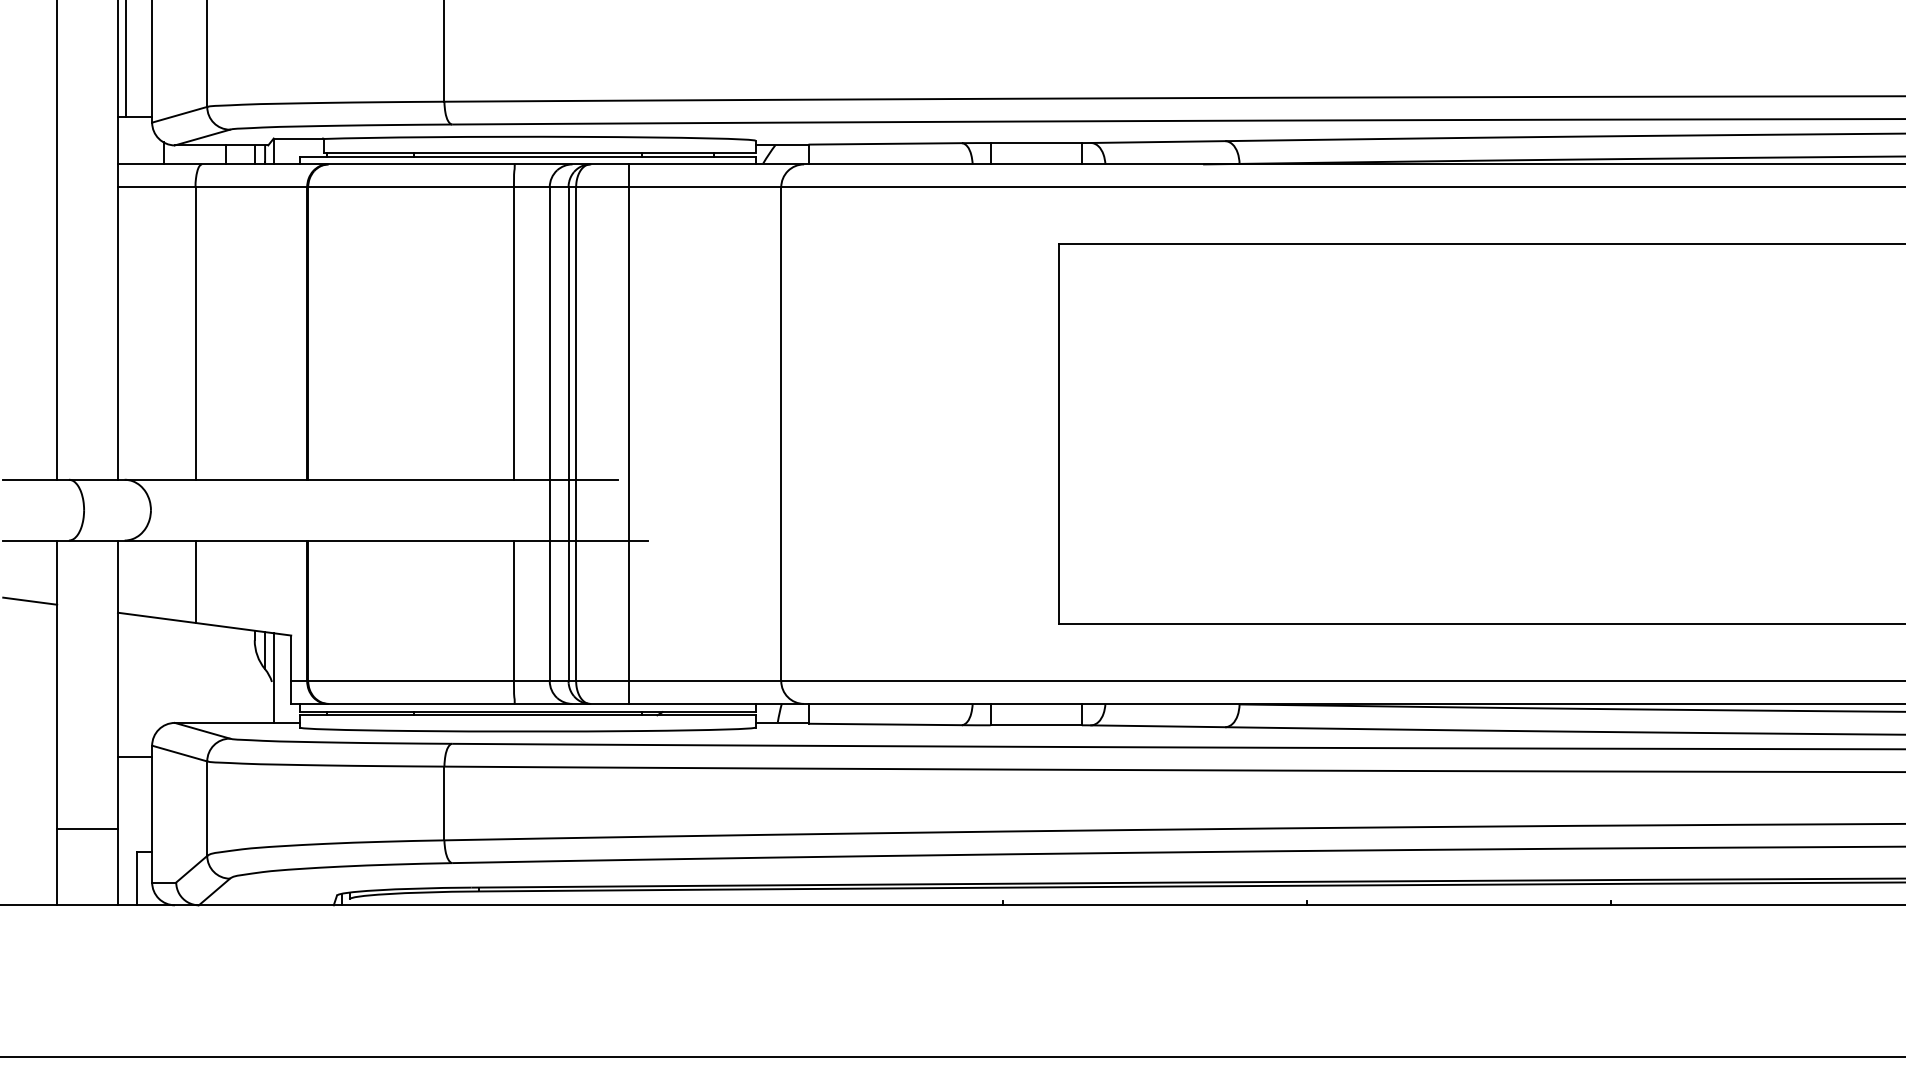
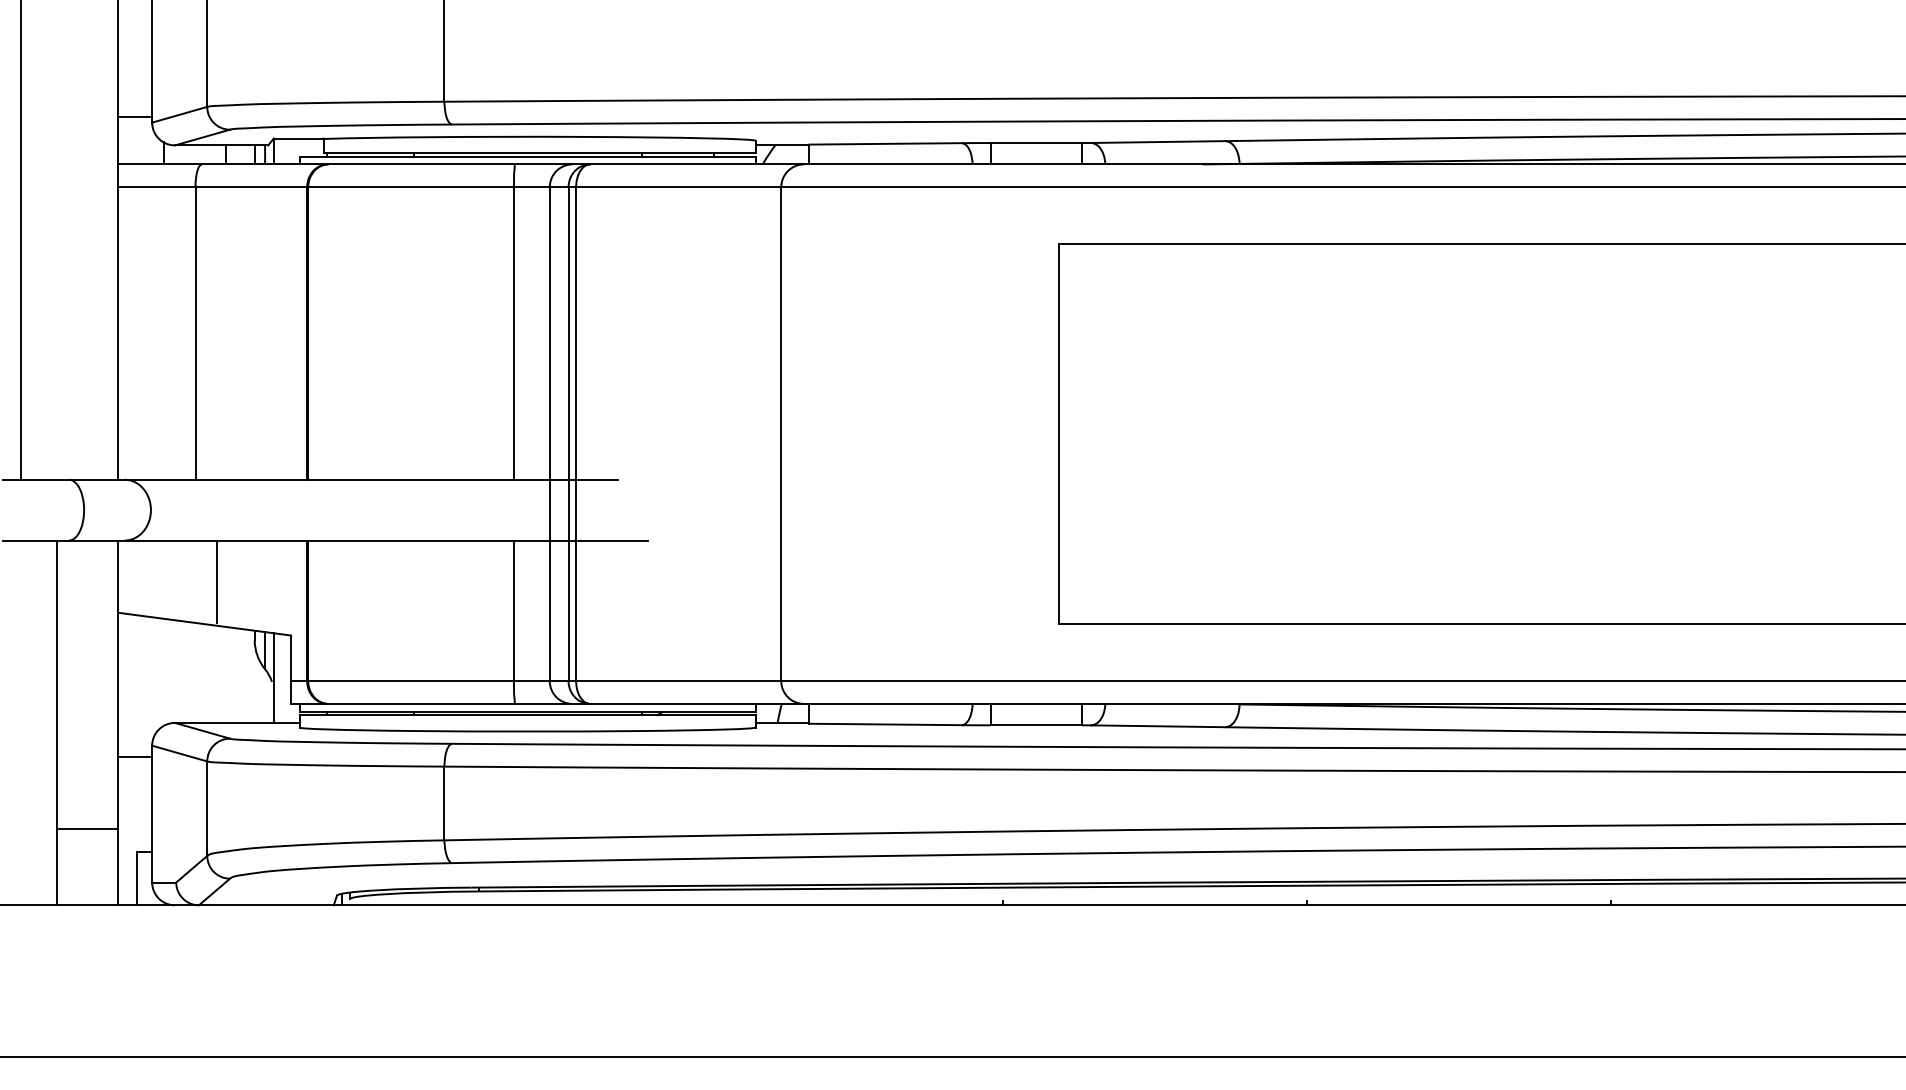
line at (125, 59): present -> none
line at (57, 240) position: (57, 240) -> (21, 240)
line at (629, 433): present -> none
line at (195, 581) position: (195, 581) -> (216, 581)
line at (30, 600): present -> none
